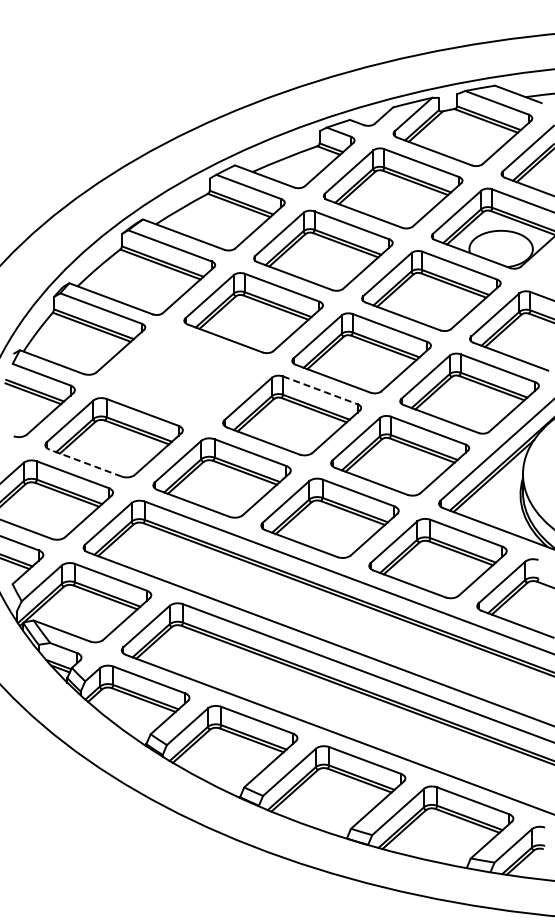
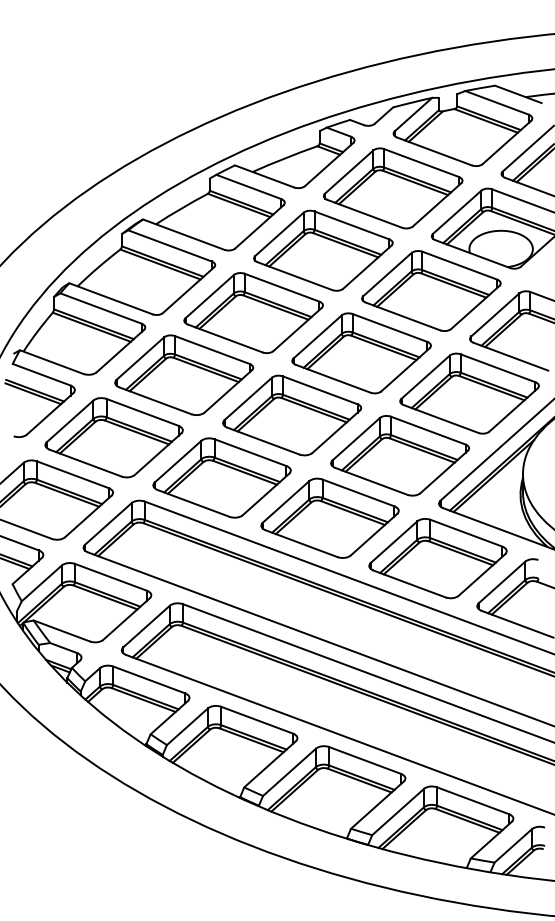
part at (184, 374): none -> present
line at (320, 390): dashed -> solid
line at (85, 462): dashed -> solid
